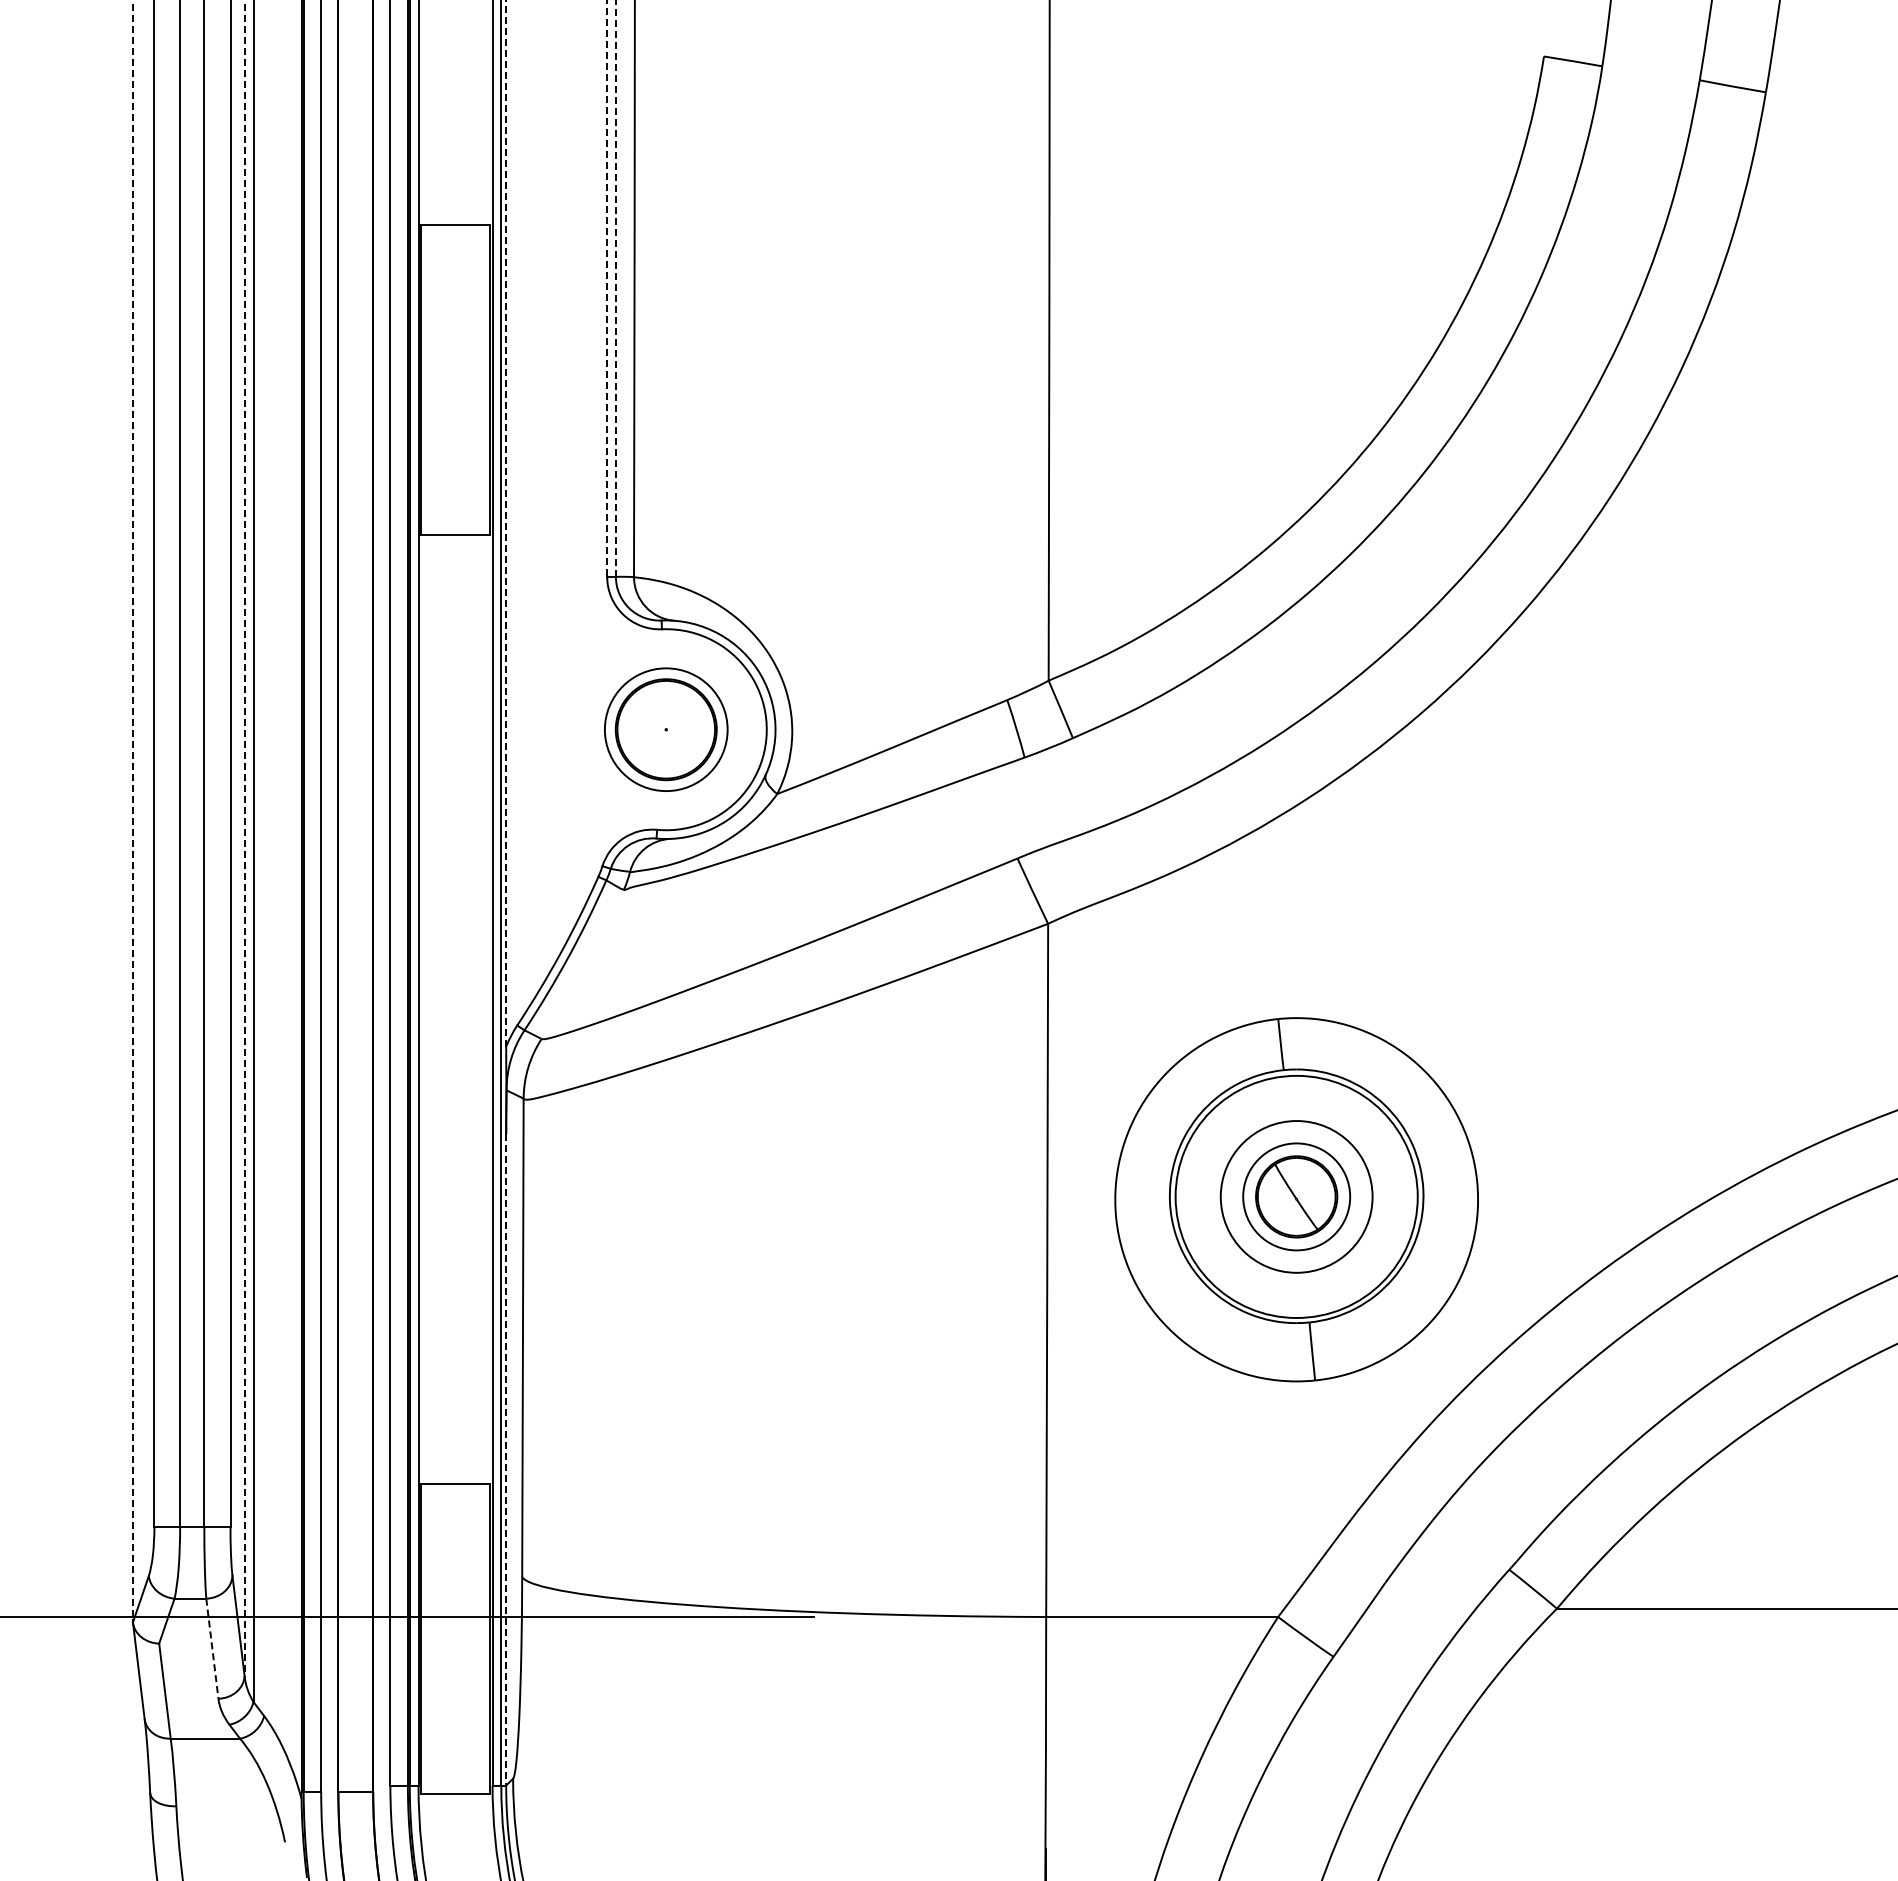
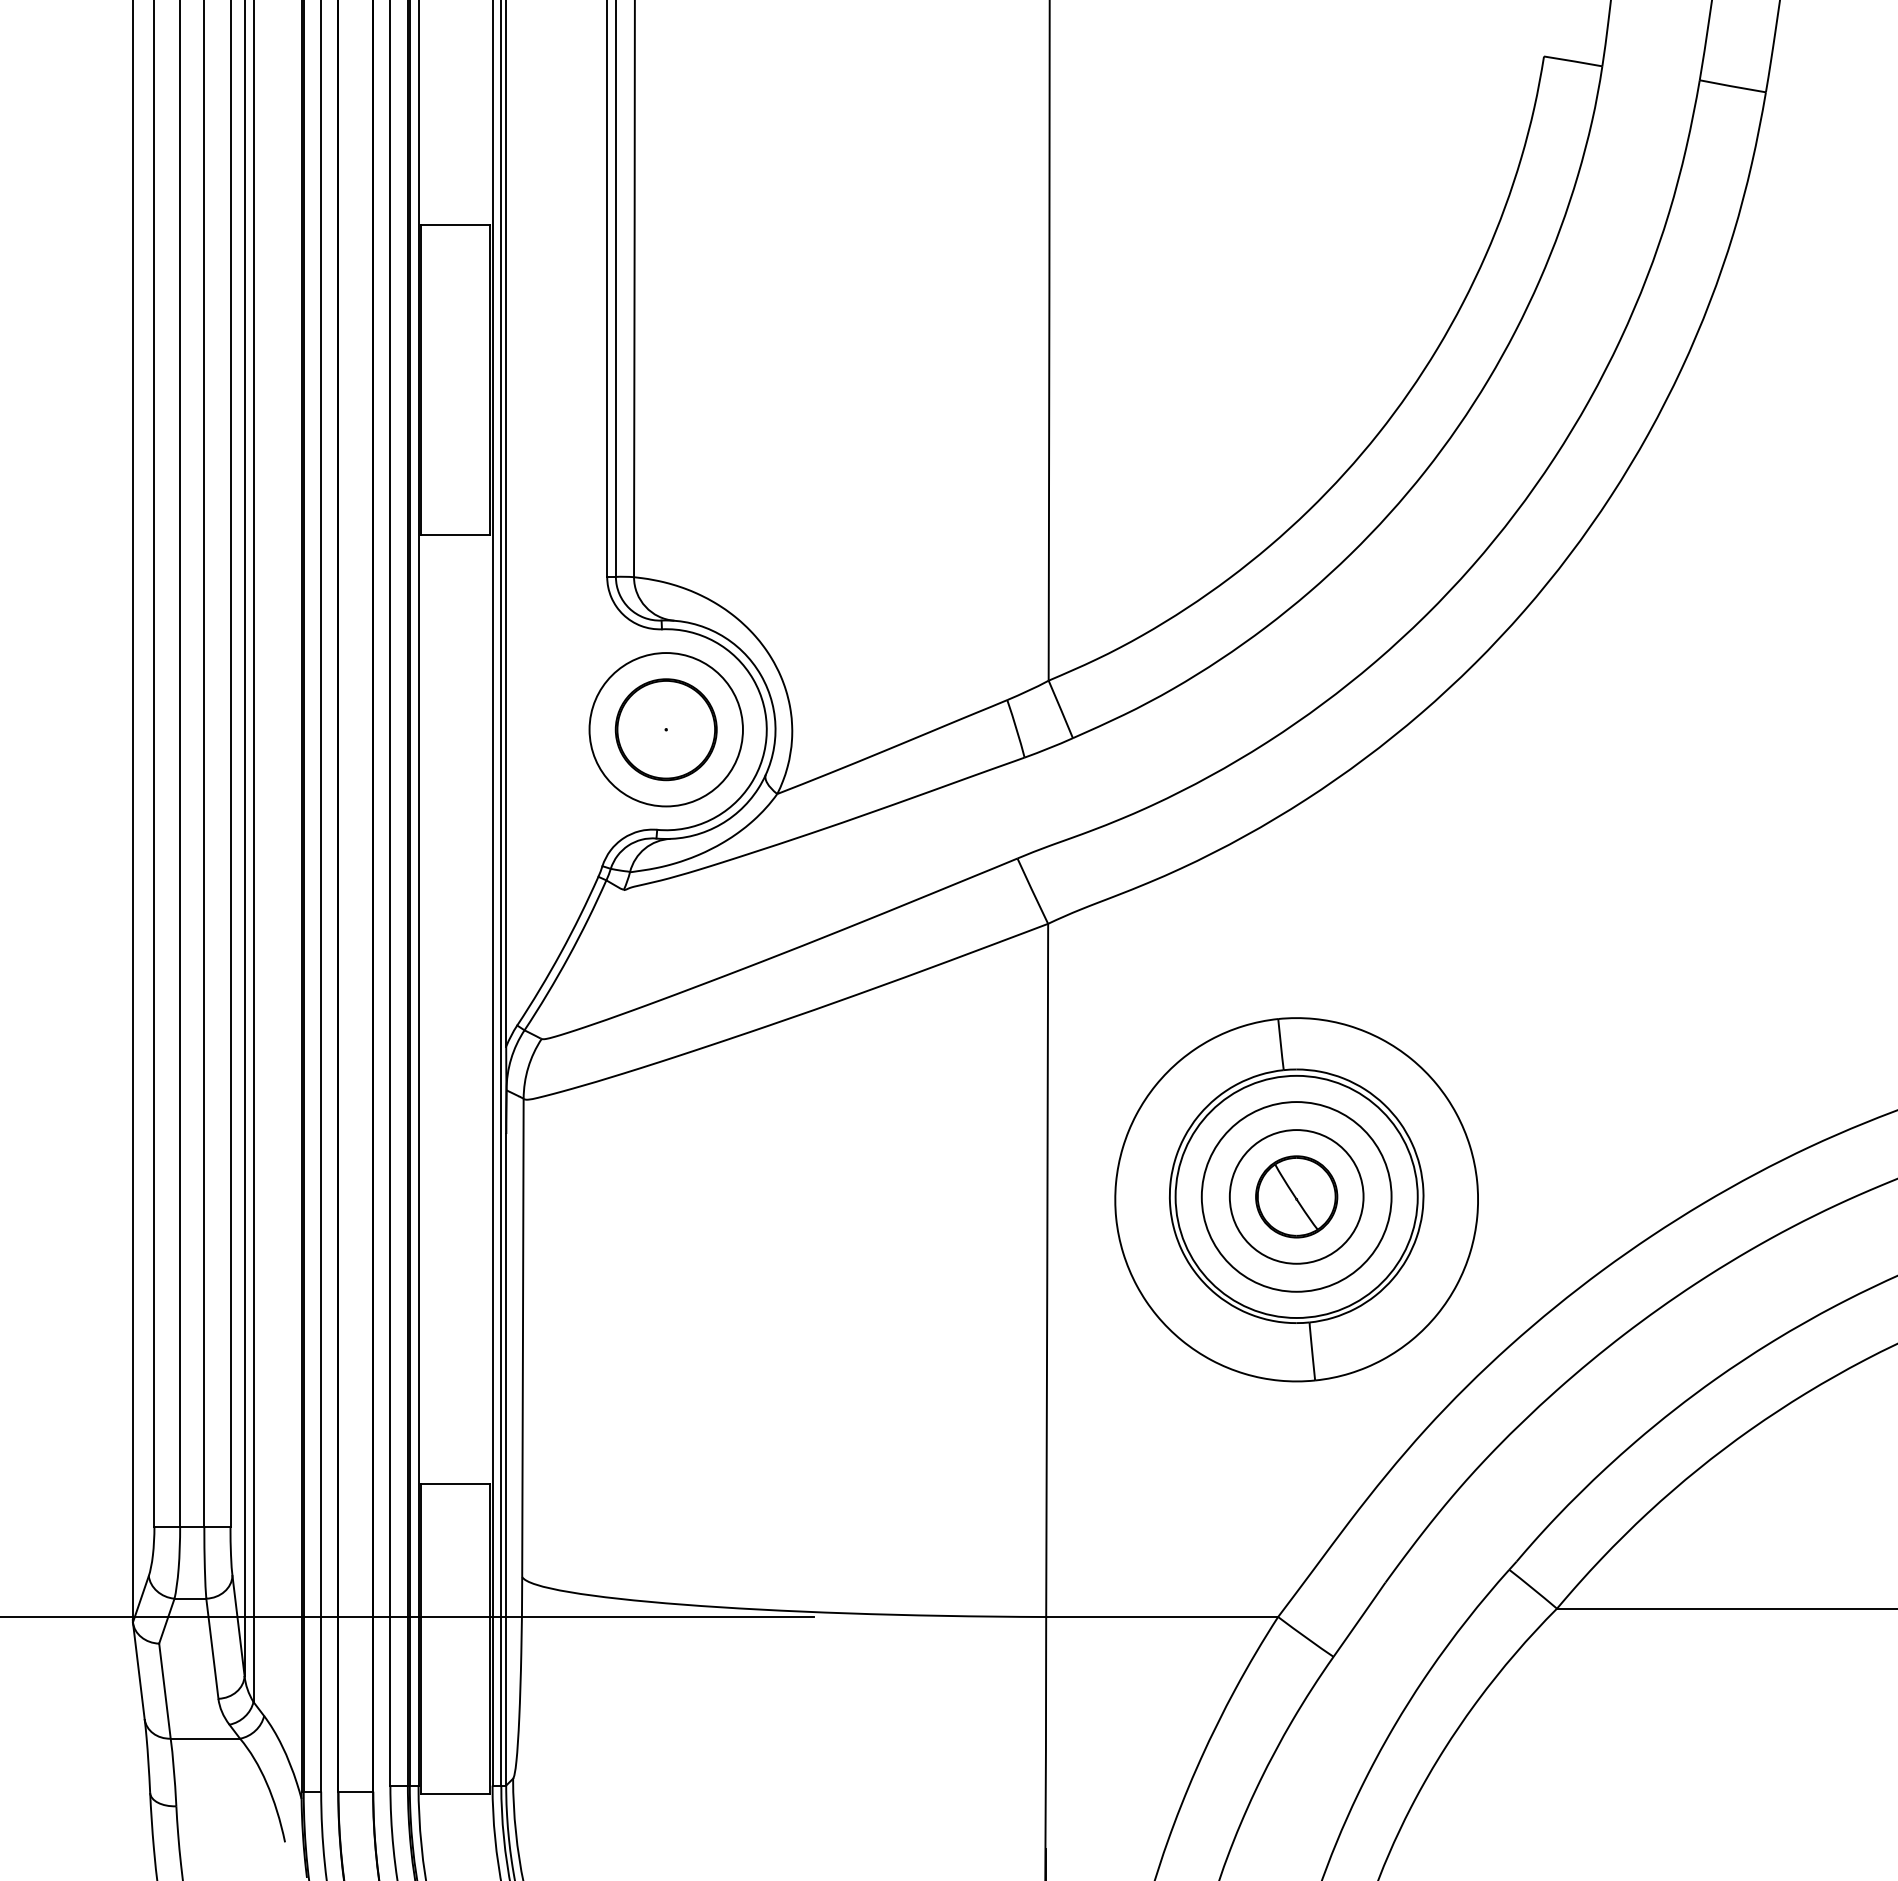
line at (615, 287): dashed -> solid
line at (607, 288): dashed -> solid
line at (506, 523): dashed -> solid
circle at (665, 729) diameter: 123 px -> 153 px
line at (132, 810): dashed -> solid
line at (244, 838): dashed -> solid
circle at (1296, 1196) diameter: 107 px -> 134 px
circle at (1296, 1196) diameter: 152 px -> 190 px
line at (506, 1459): dashed -> solid
line at (212, 1649): dashed -> solid
